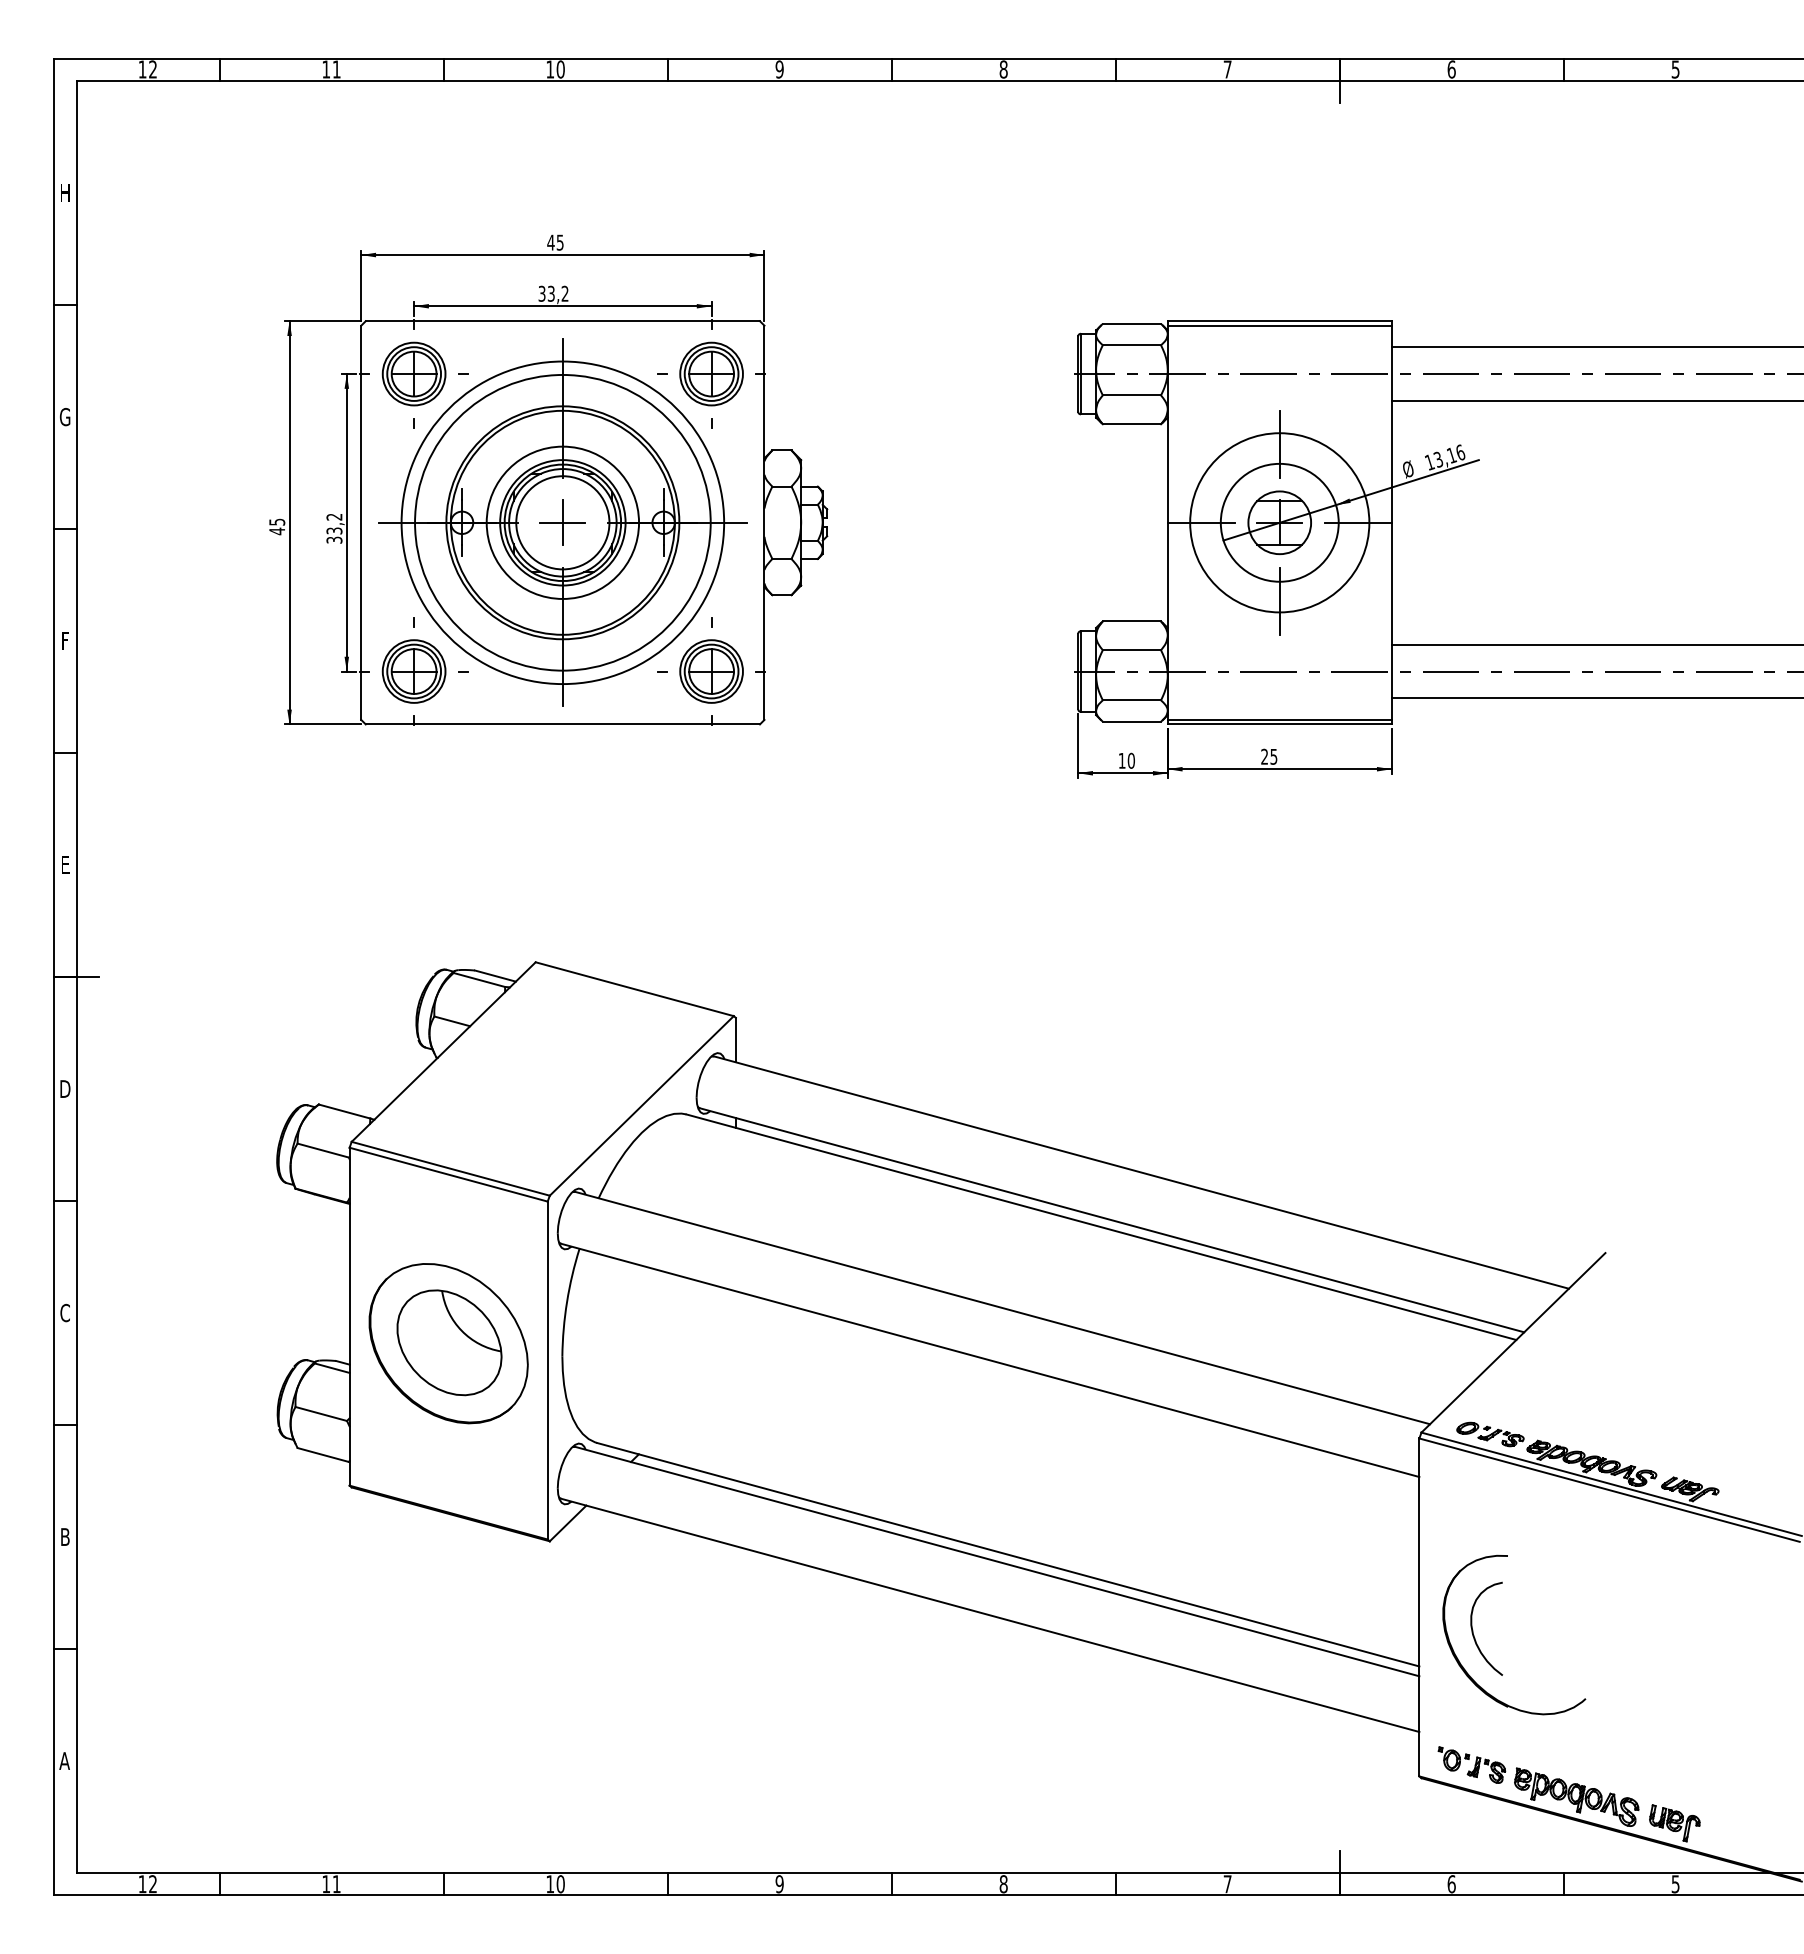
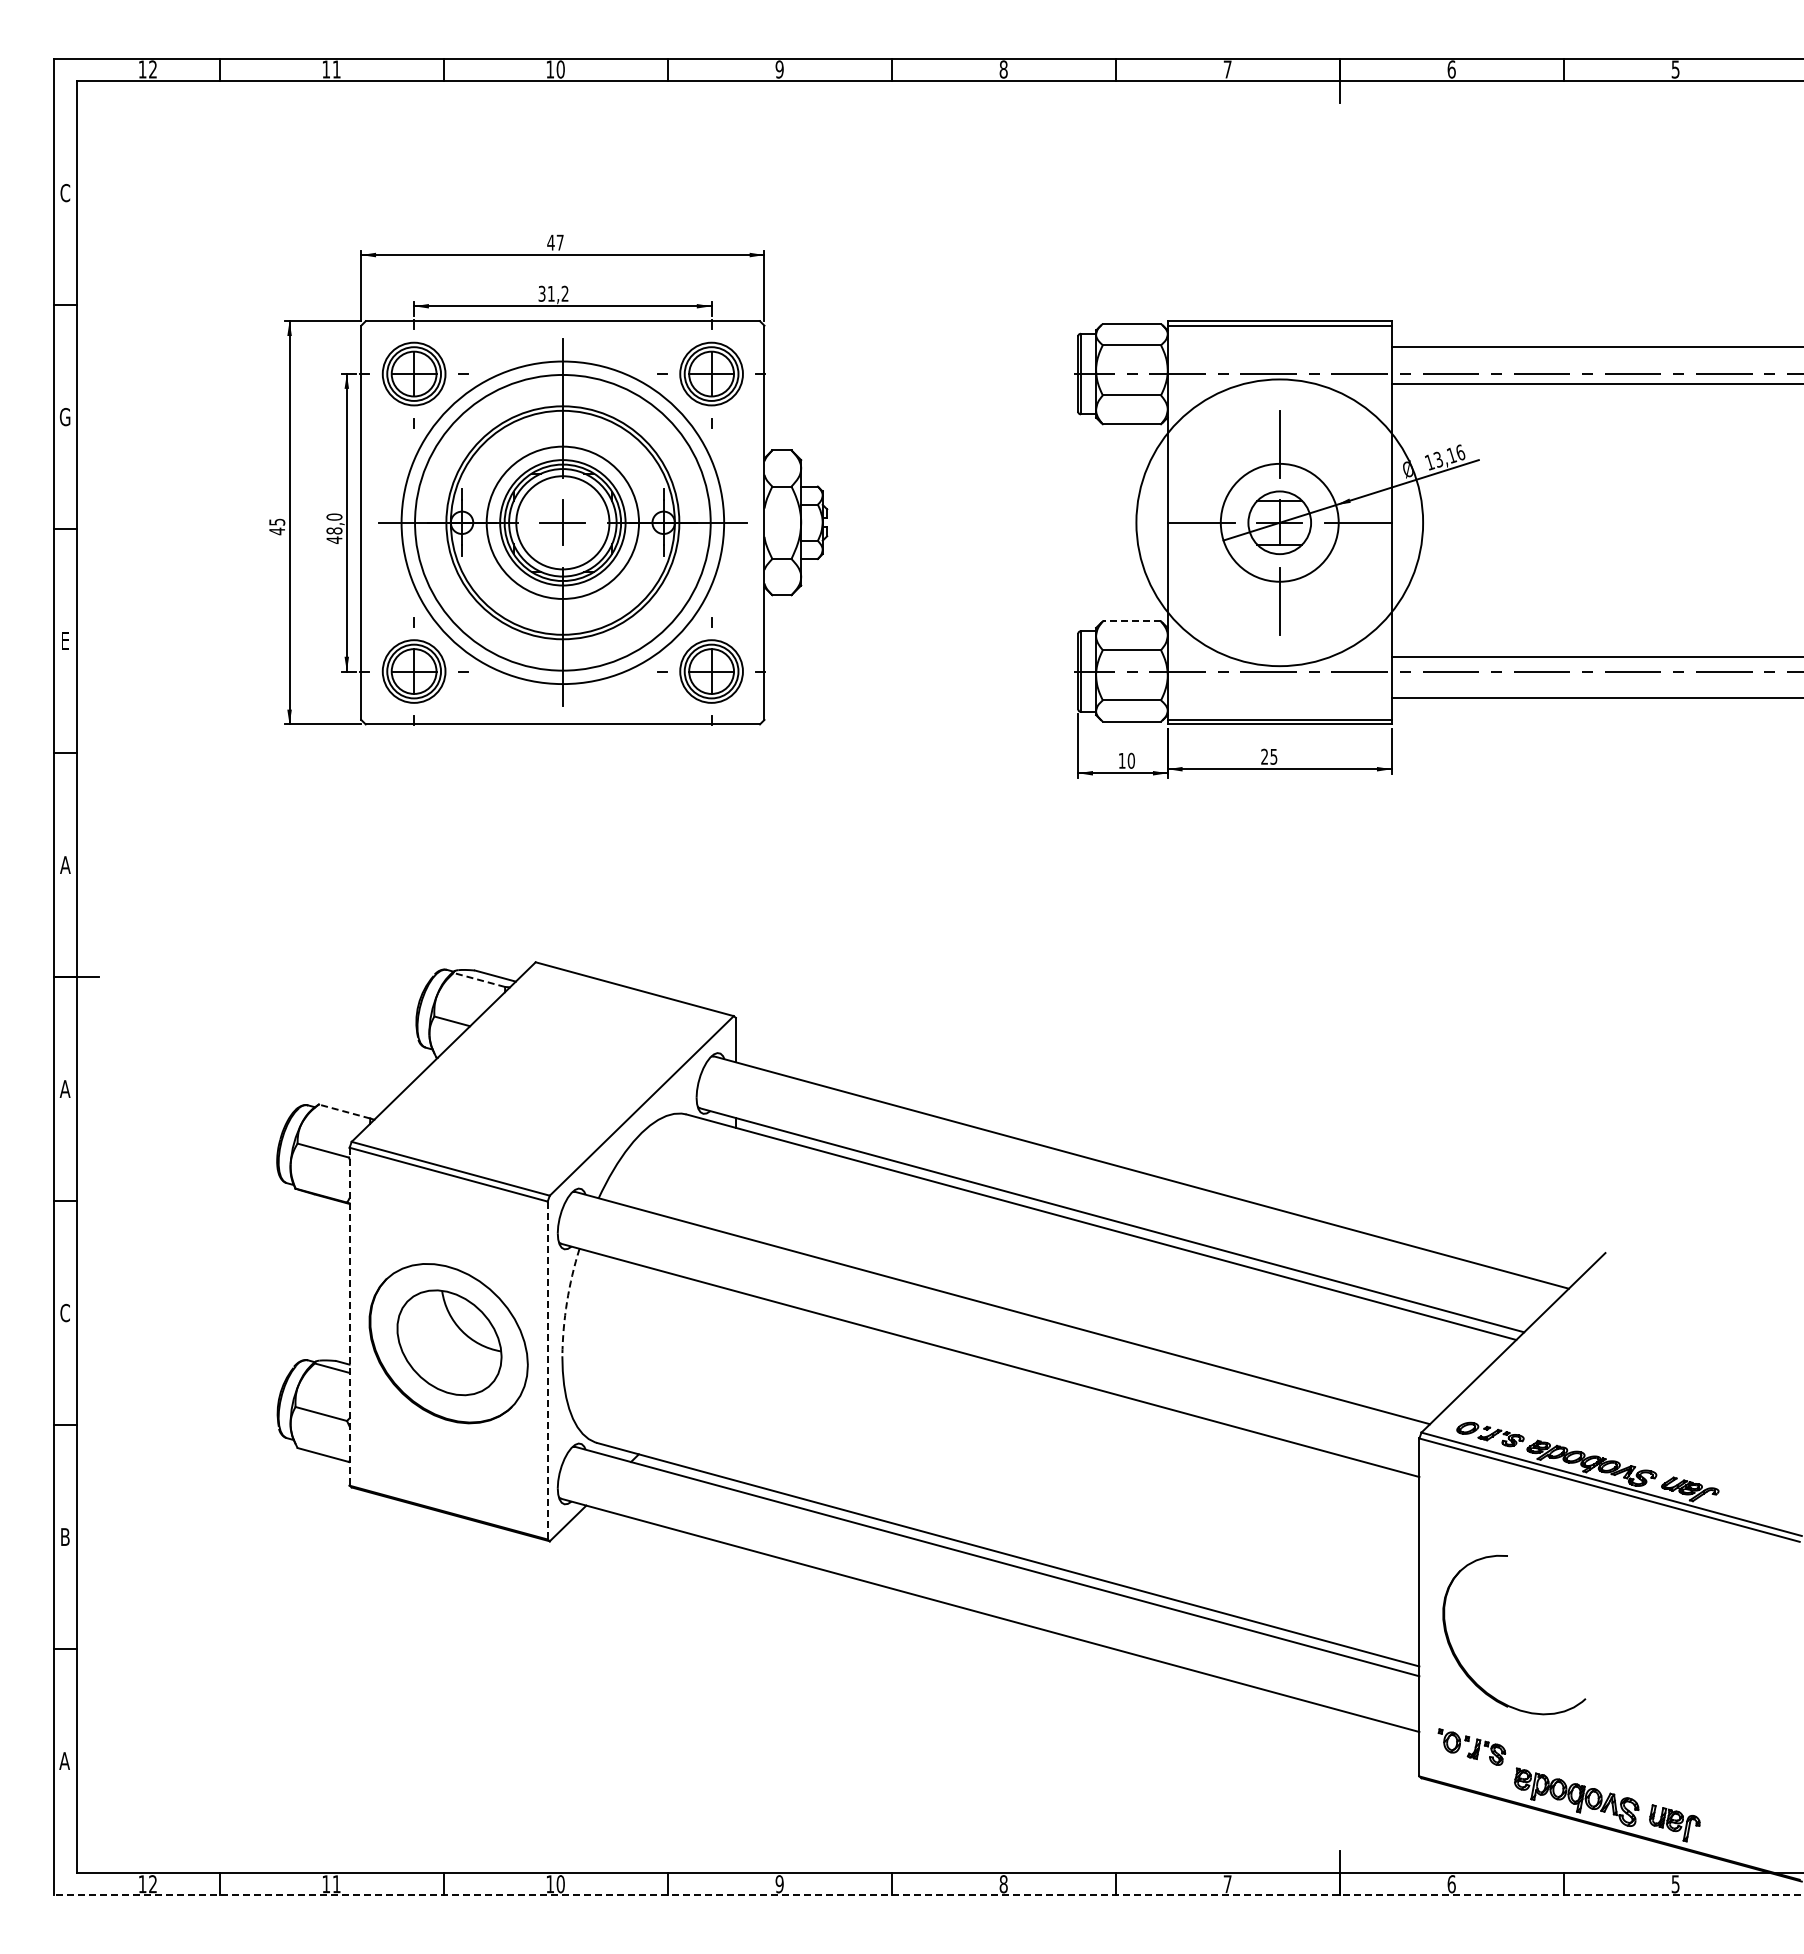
text at (65, 192): H -> C
text at (559, 242): 45 -> 47
text at (550, 293): 33,2 -> 31,2
line at (1595, 400) position: (1595, 400) -> (1595, 383)
circle at (1279, 522) diameter: 179 px -> 287 px
text at (334, 528): 33,2 -> 48,0
line at (1131, 621): solid -> dashed
text at (65, 641): F -> E
line at (1595, 644) position: (1595, 644) -> (1595, 656)
text at (65, 864): E -> A
line at (479, 980): solid -> dashed
text at (64, 1088): D -> A
line at (344, 1111): solid -> dashed
arc at (567, 1301): solid -> dashed
line at (349, 1316): solid -> dashed
line at (547, 1370): solid -> dashed
curve at (1473, 1630): present -> none
part at (1471, 1764) position: (1471, 1764) -> (1471, 1746)
line at (928, 1895): solid -> dashed
